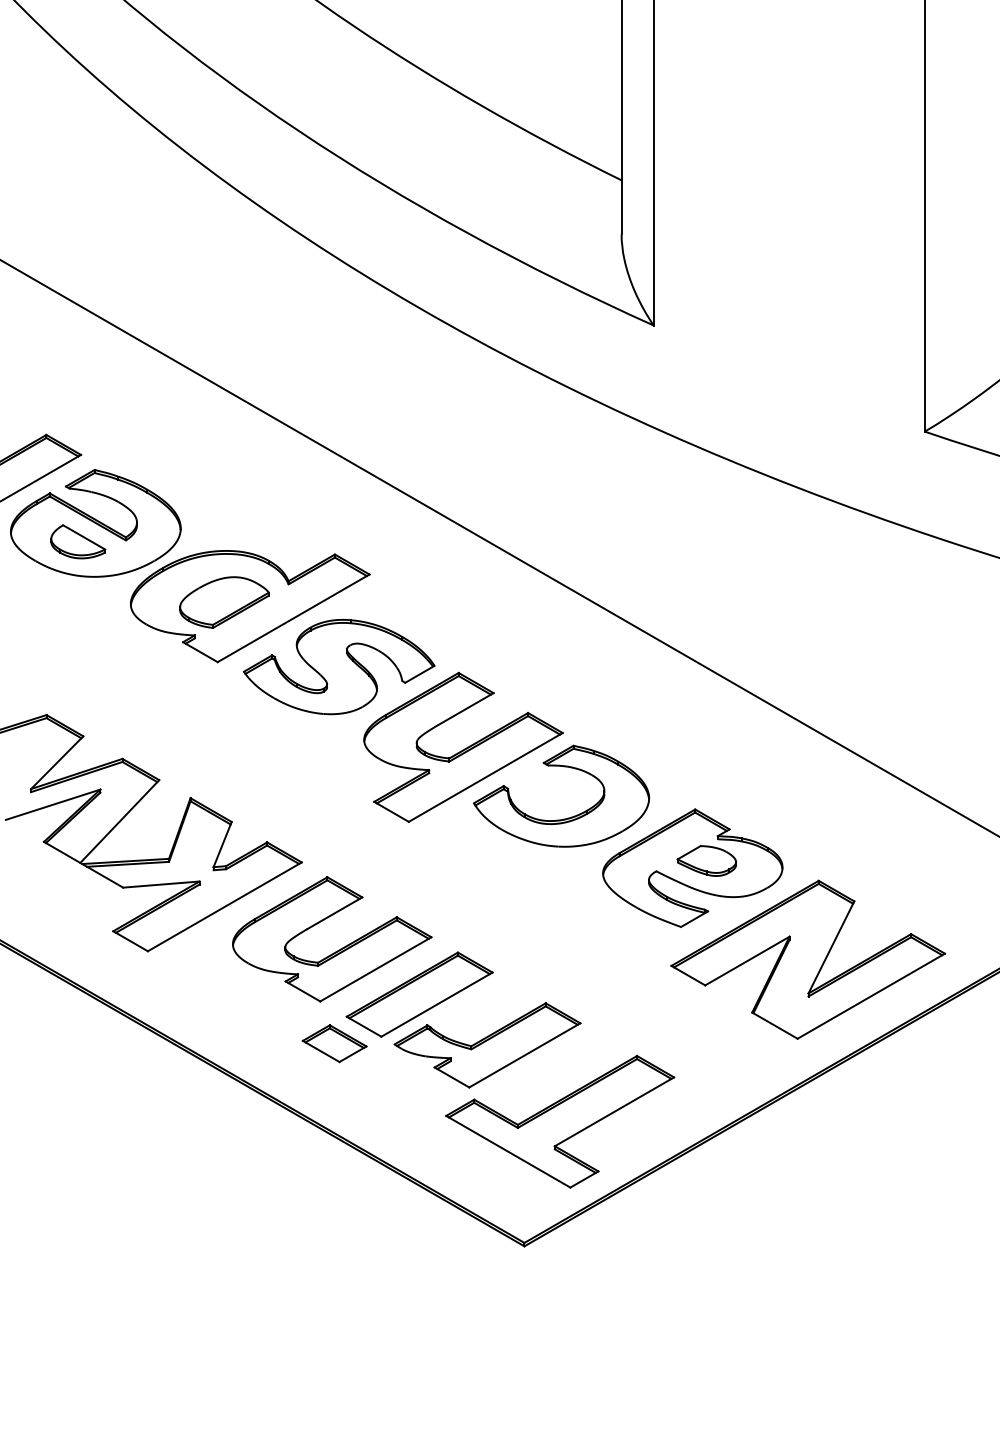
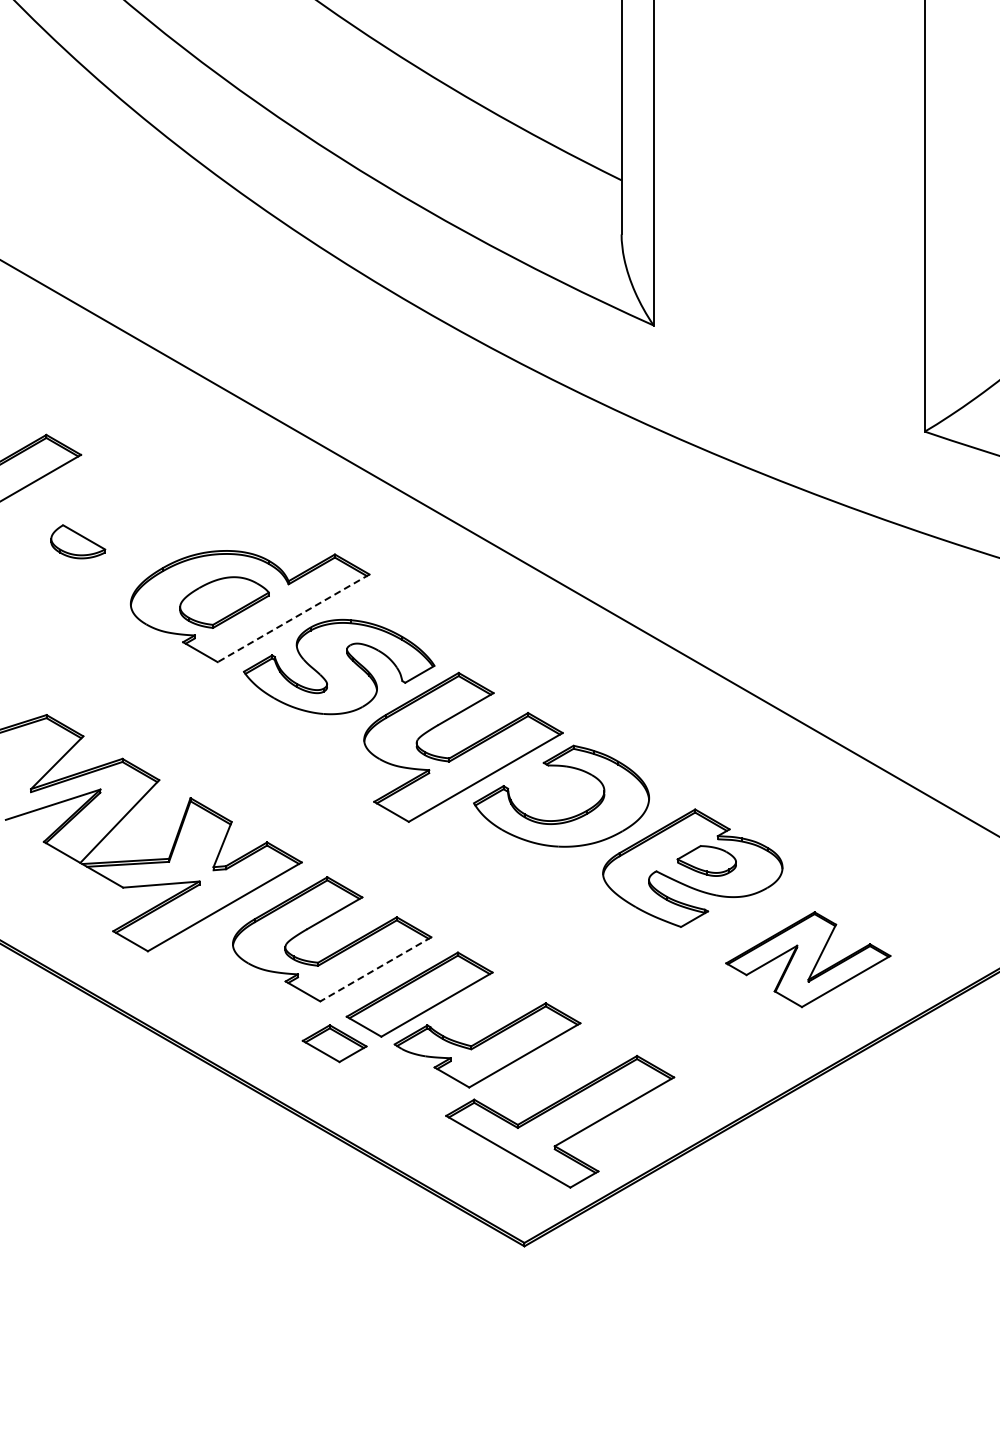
part at (95, 523): present -> none
line at (293, 618): solid -> dashed
part at (808, 959) size: 277x161 px -> 167x98 px
line at (375, 969): solid -> dashed
